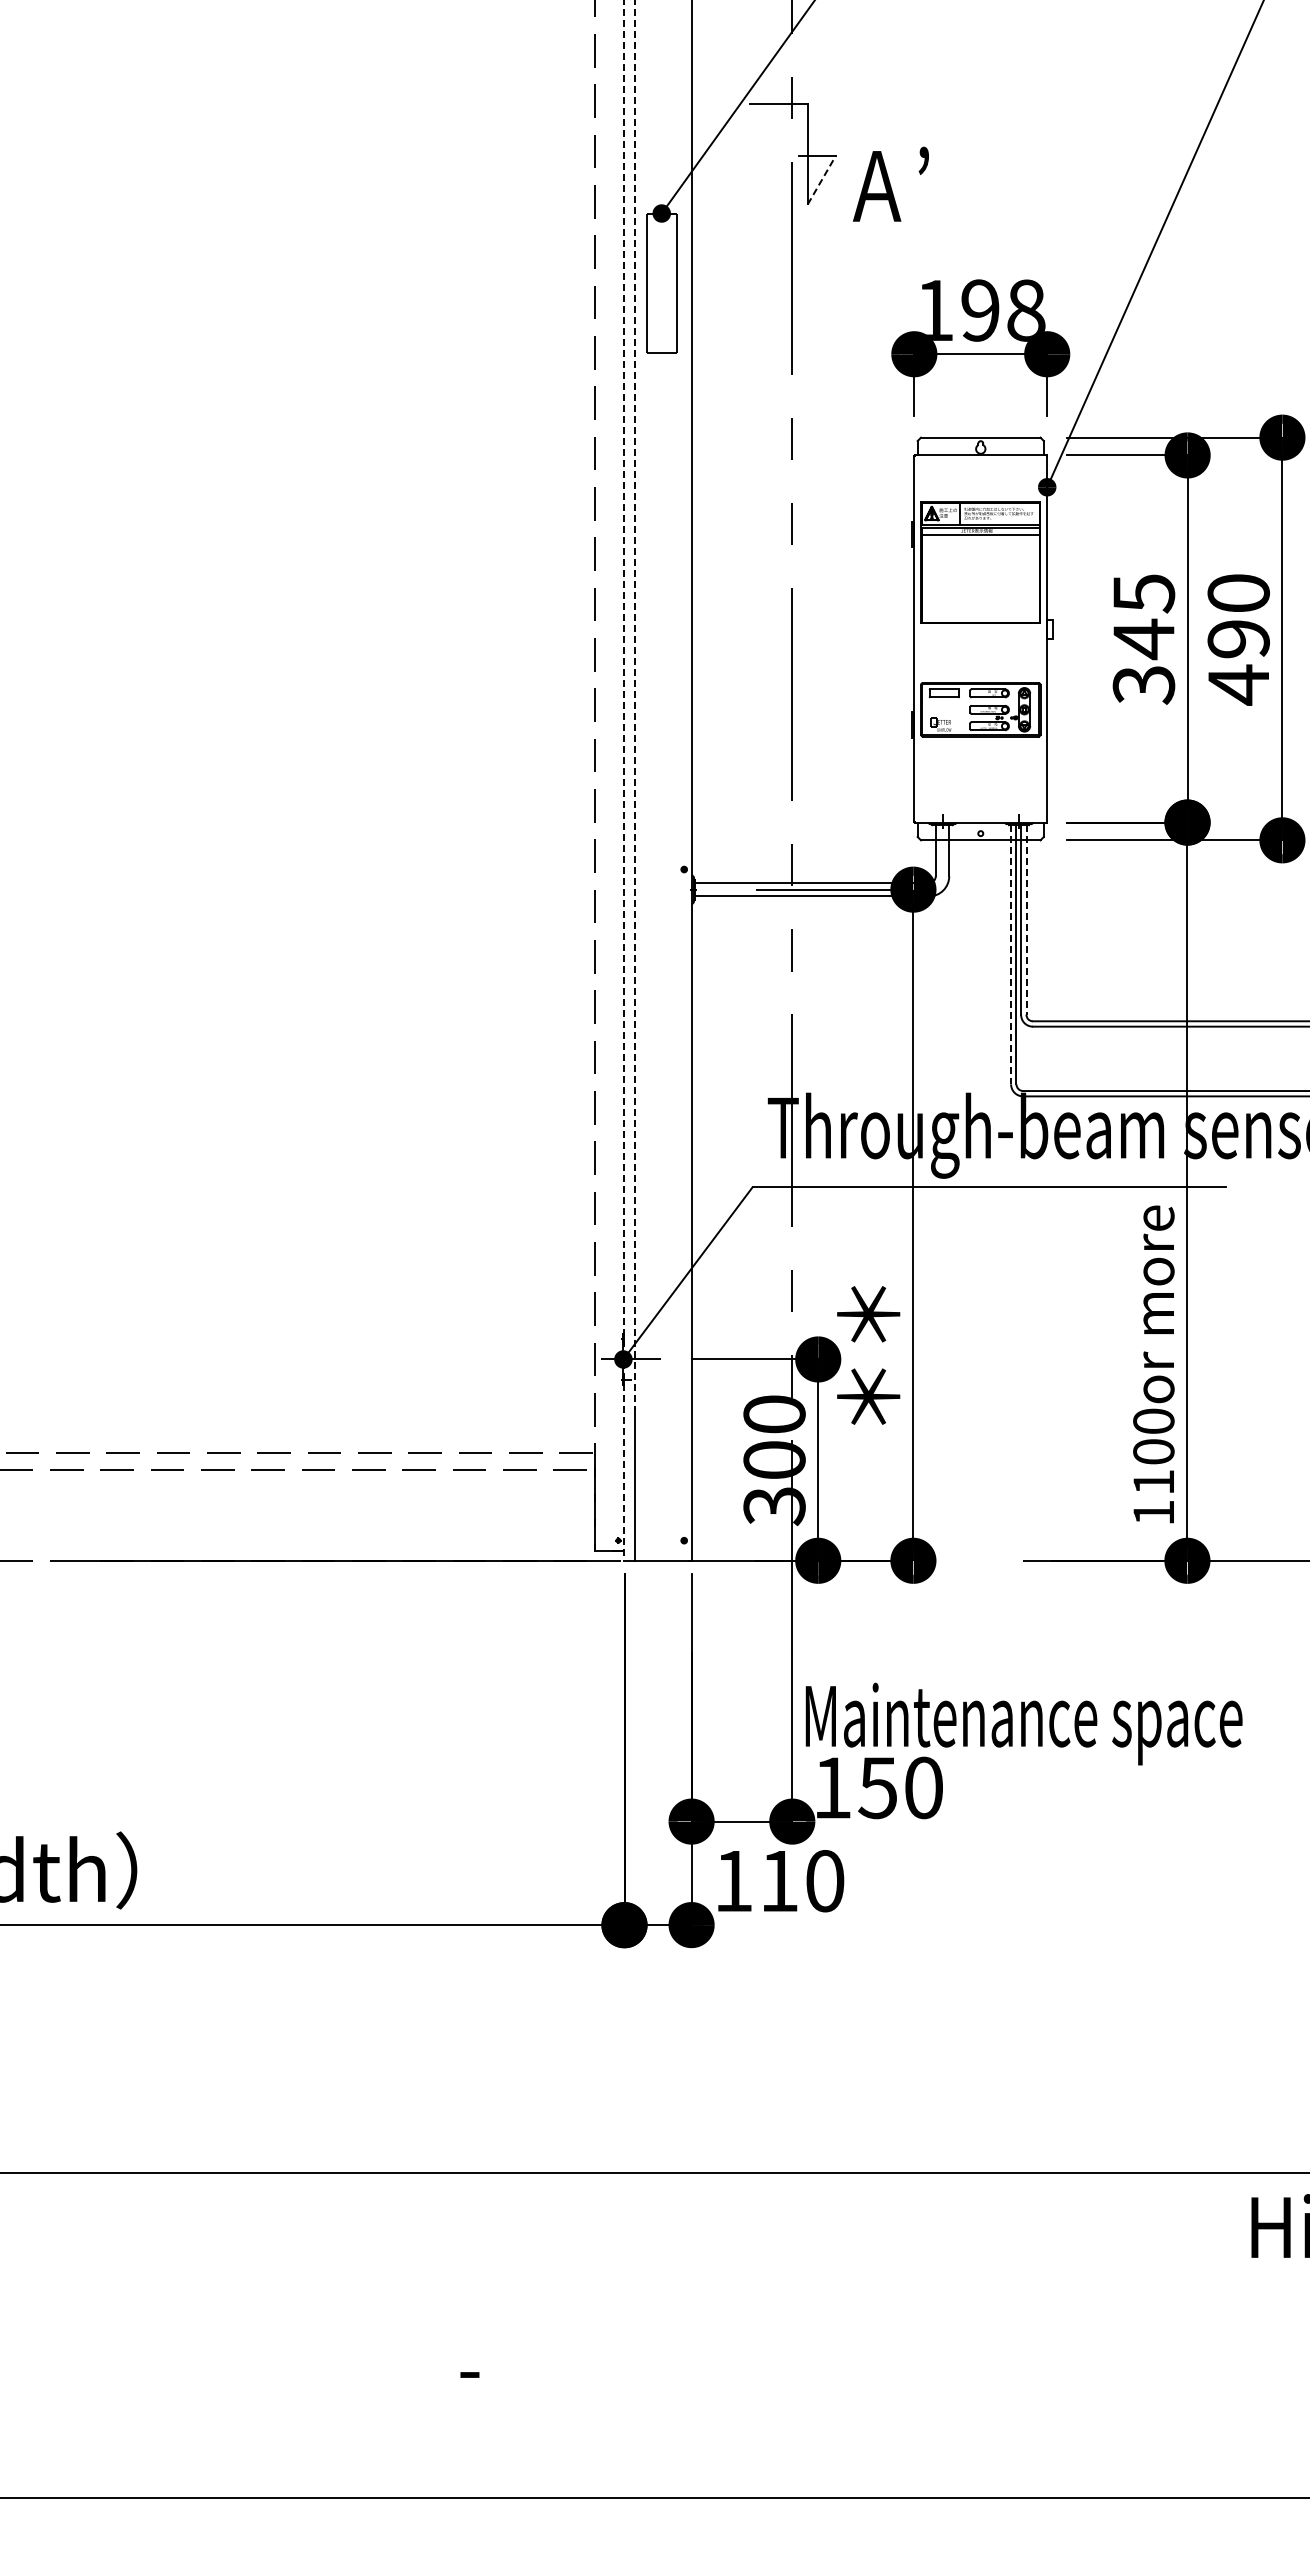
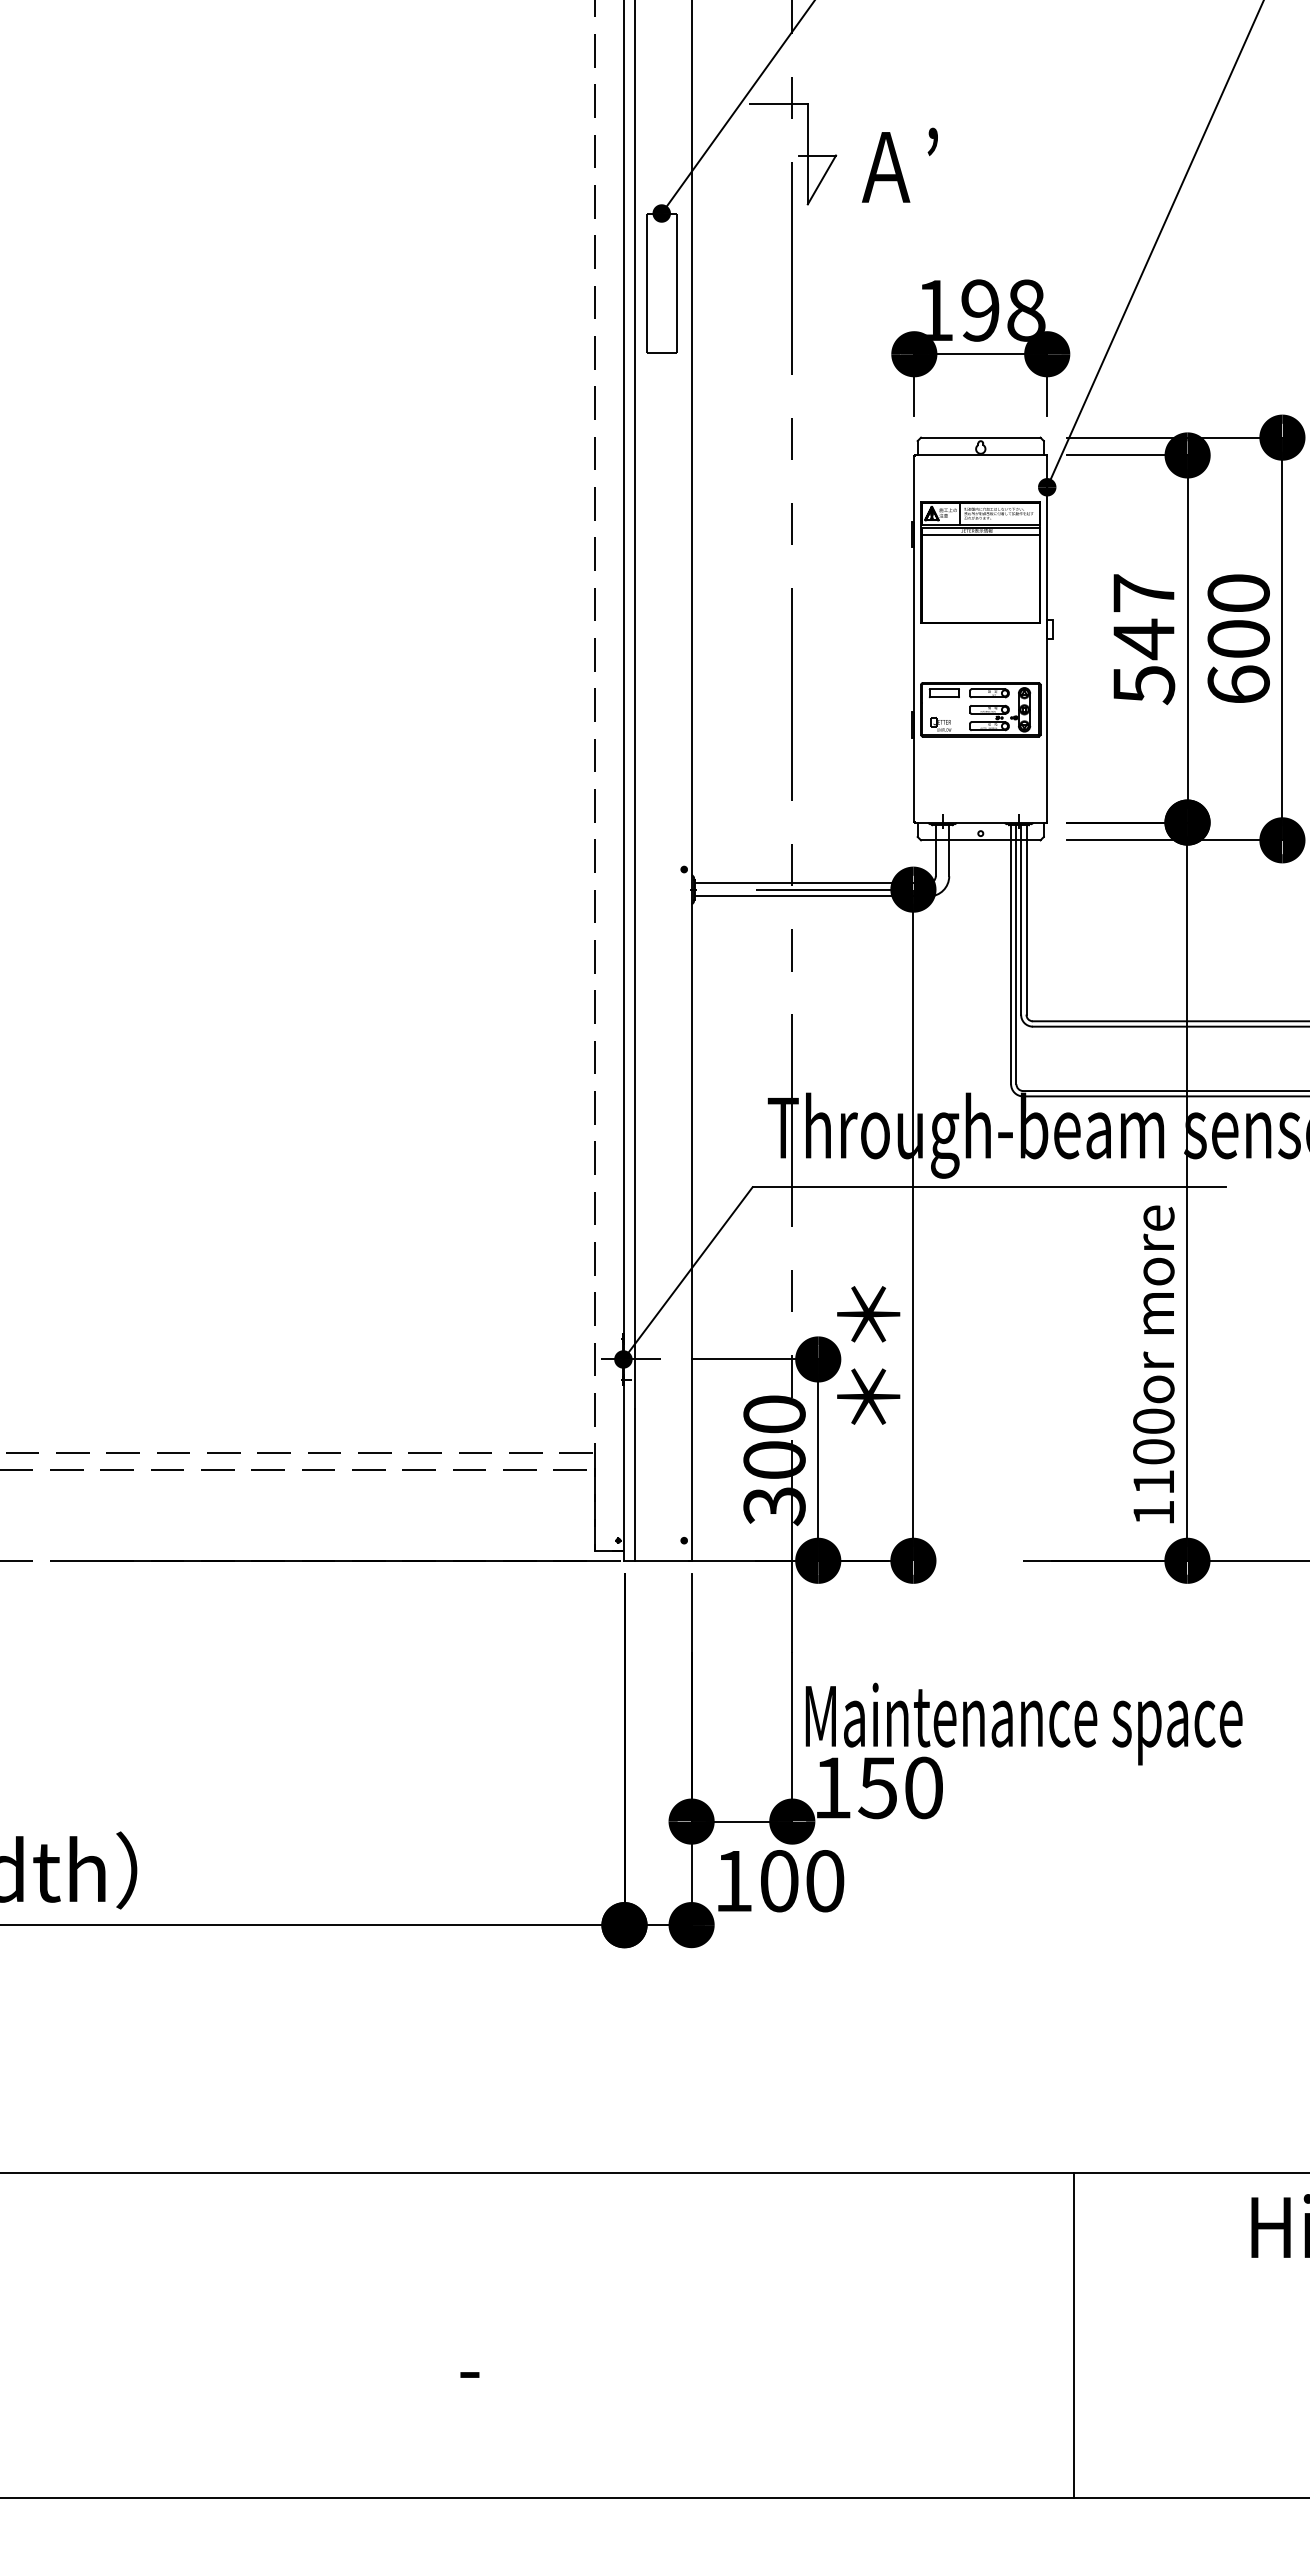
line at (822, 179): dashed -> solid
text at (890, 183) position: (890, 183) -> (899, 164)
text at (1143, 639): 345 -> 547
text at (1238, 662): 490 -> 600
line at (634, 705): dashed -> solid
line at (624, 780): dashed -> solid
line at (1026, 920): dashed -> solid
line at (1011, 954): dashed -> solid
text at (779, 1881): 110 -> 100
line at (1073, 2335): none -> present
